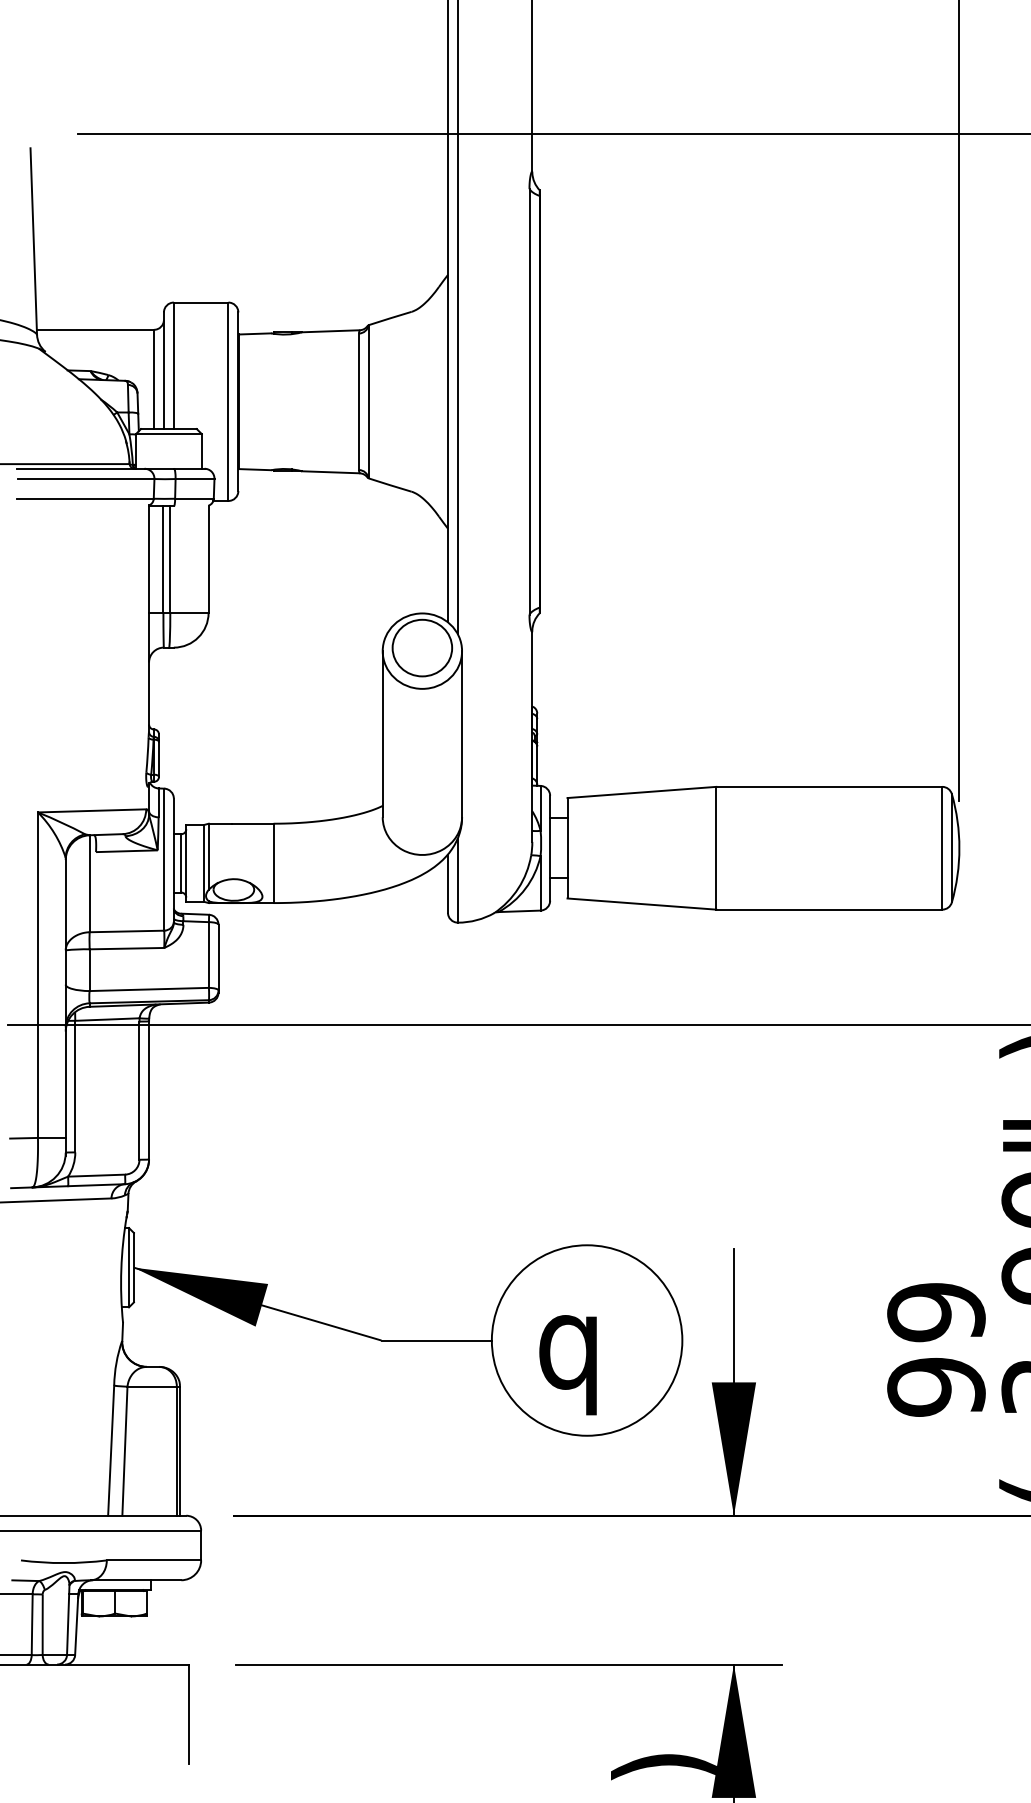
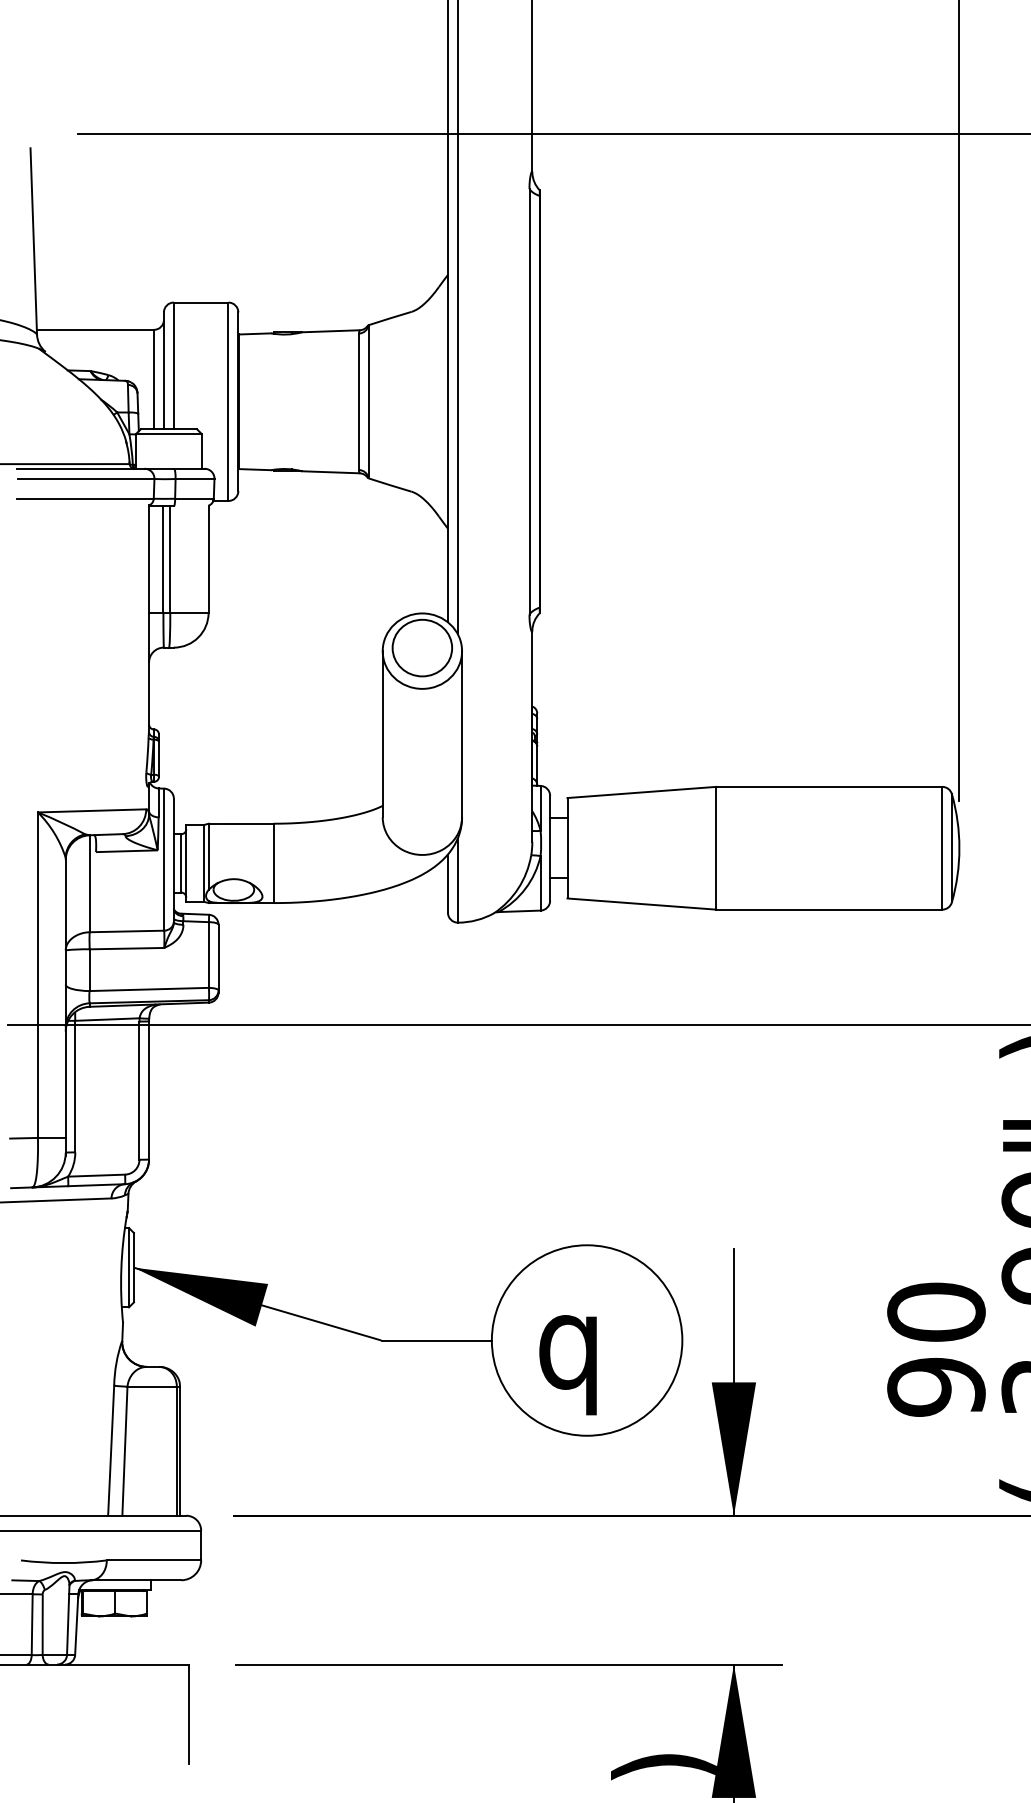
text at (936, 1312): 99 -> 90
